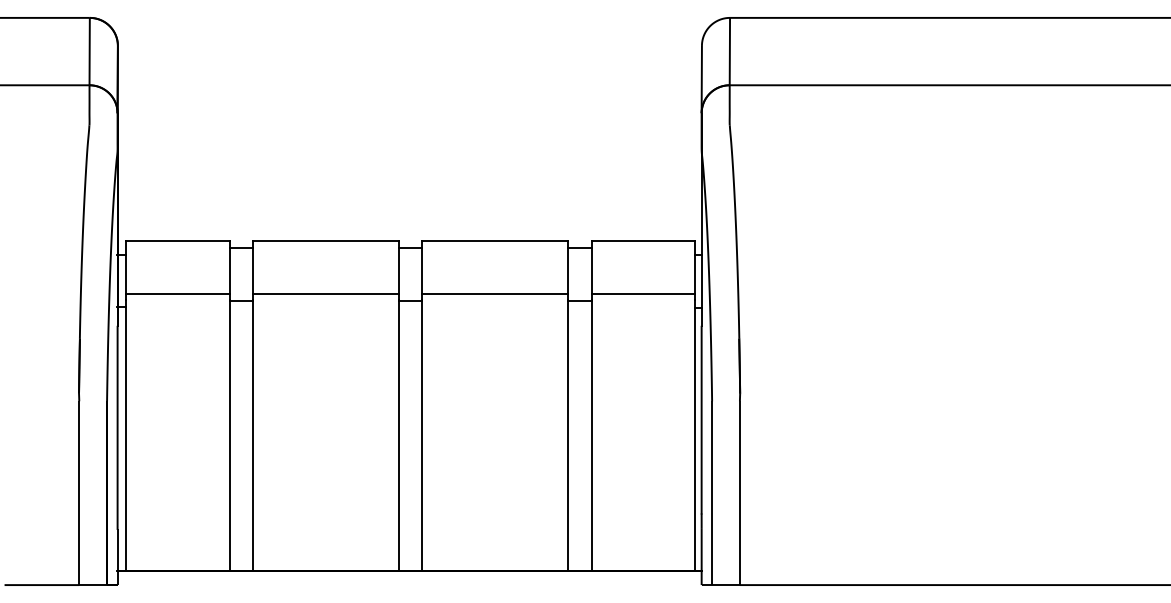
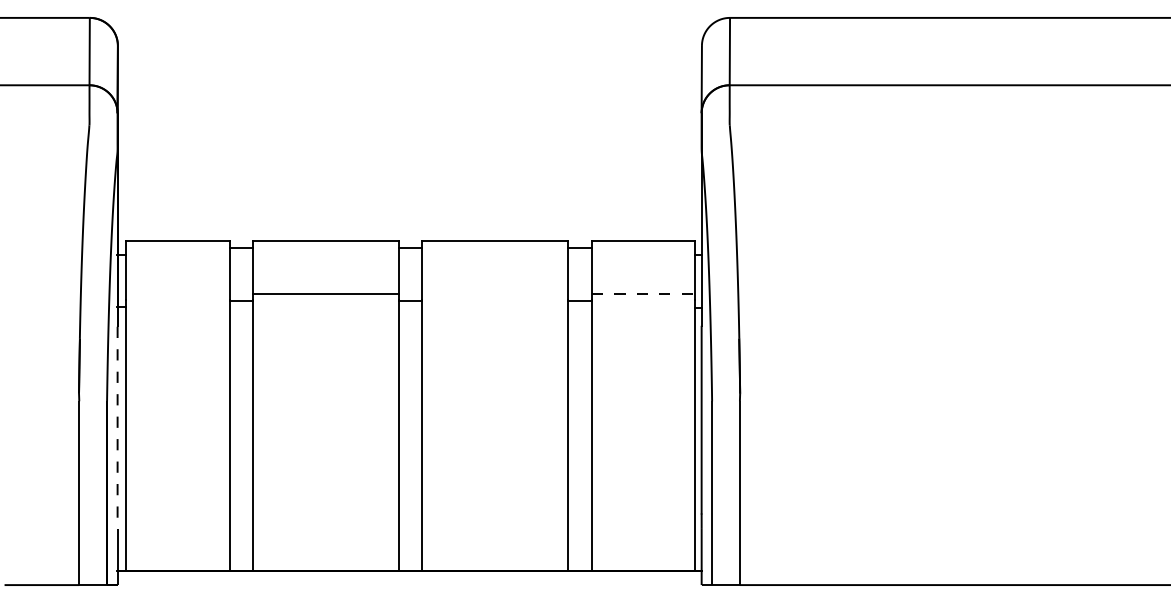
line at (177, 293): present -> none
line at (495, 294): present -> none
line at (643, 294): solid -> dashed
line at (117, 428): solid -> dashed
